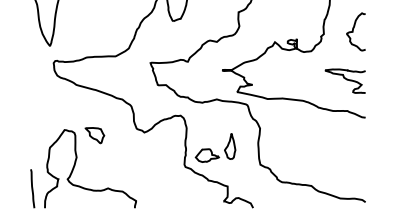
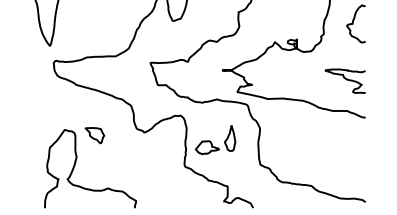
curve at (353, 31) position: (353, 31) -> (353, 23)
part at (215, 147) position: (215, 147) -> (215, 139)
line at (32, 188): present -> none
